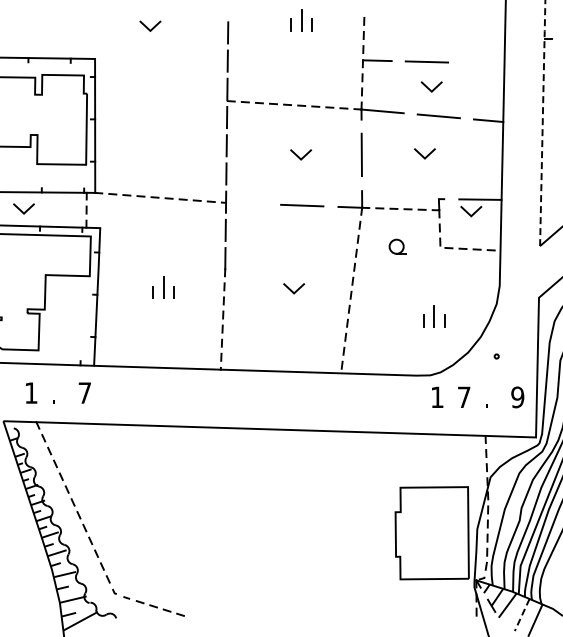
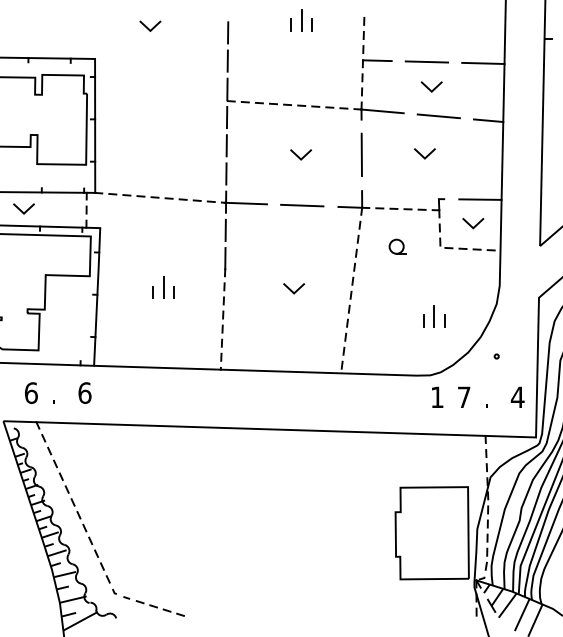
line at (483, 63): none -> present
line at (542, 122): dashed -> solid
line at (245, 203): none -> present
line at (473, 212) position: (473, 212) -> (475, 224)
text at (31, 392): 1 -> 6
text at (84, 392): 7 -> 6
text at (517, 397): 9 -> 4
line at (522, 615): dashed -> solid
